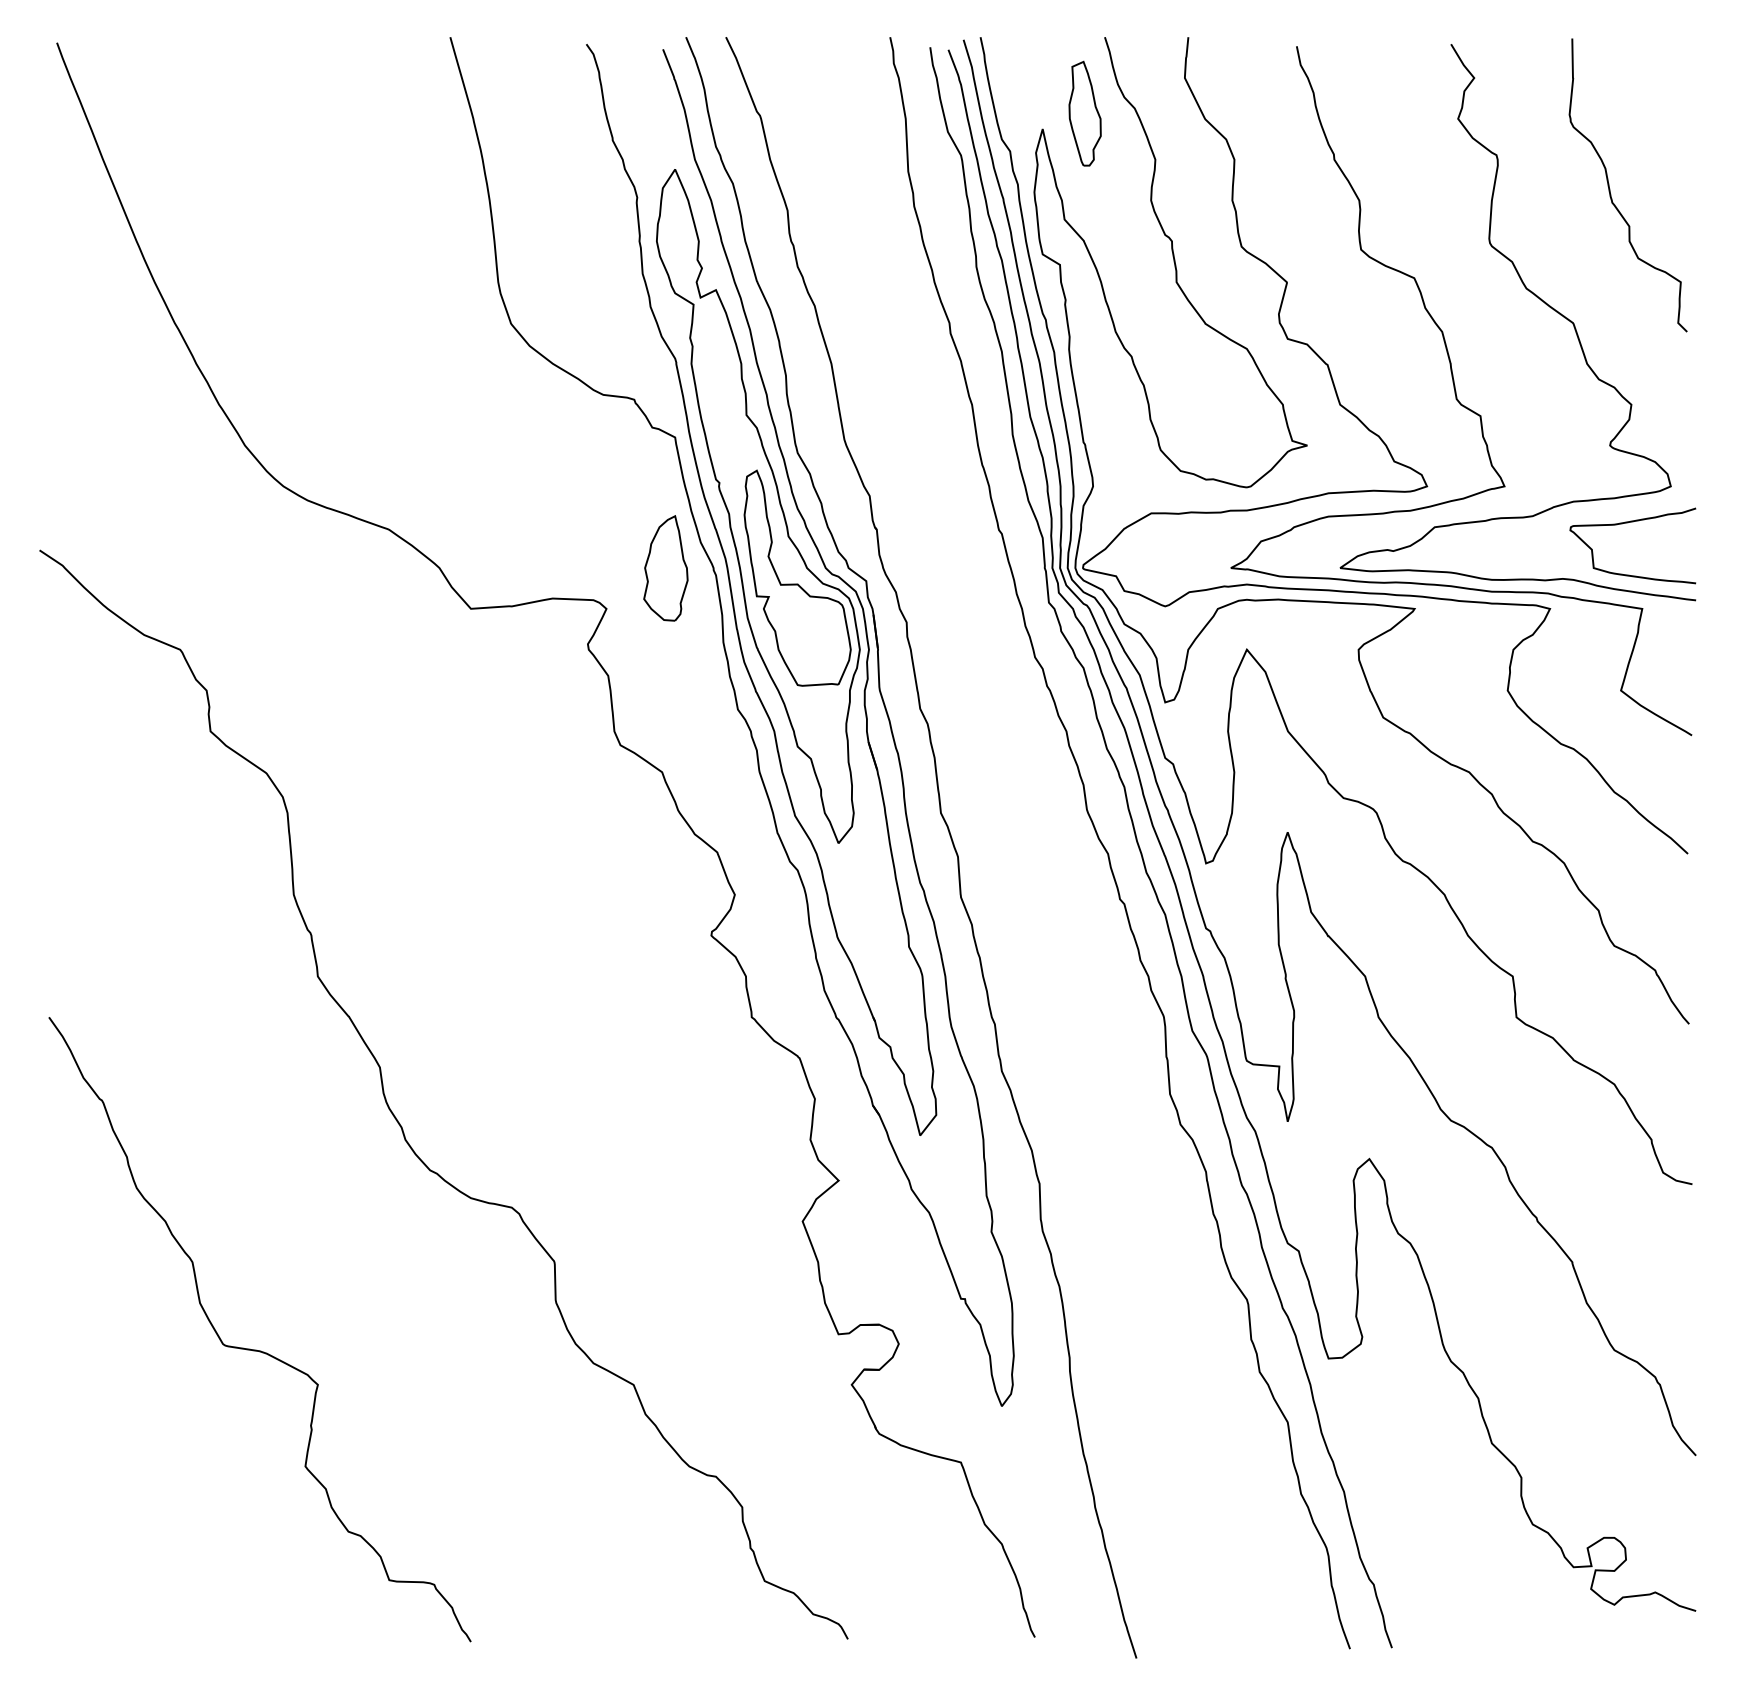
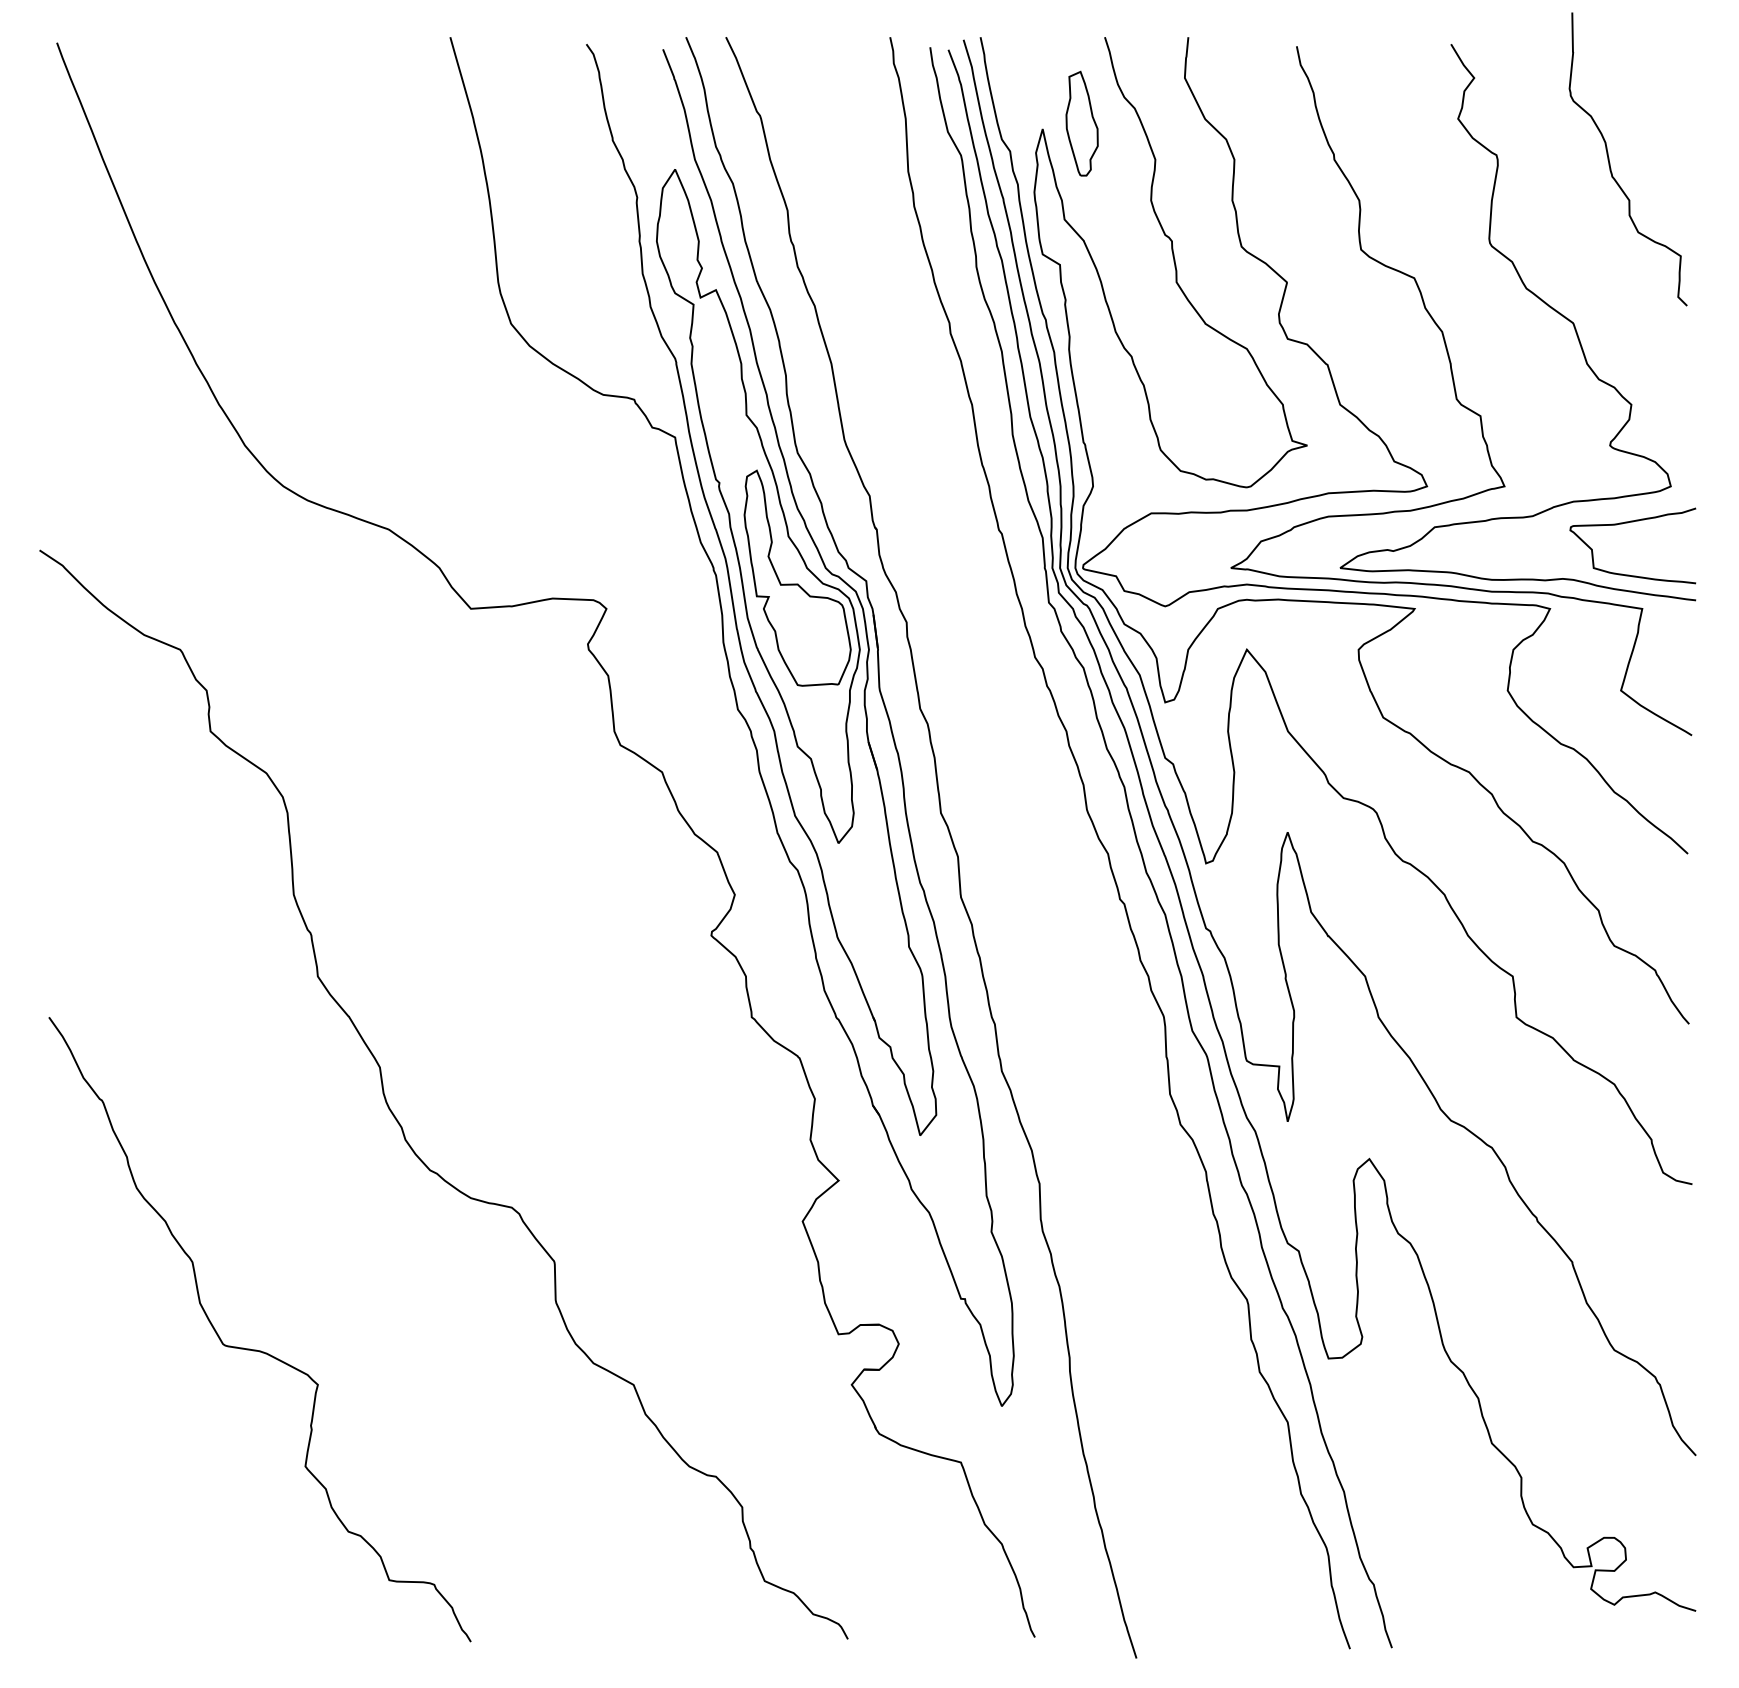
part at (1084, 113) position: (1084, 113) -> (1081, 123)
curve at (1610, 188) position: (1610, 188) -> (1610, 162)
part at (665, 568): present -> none
